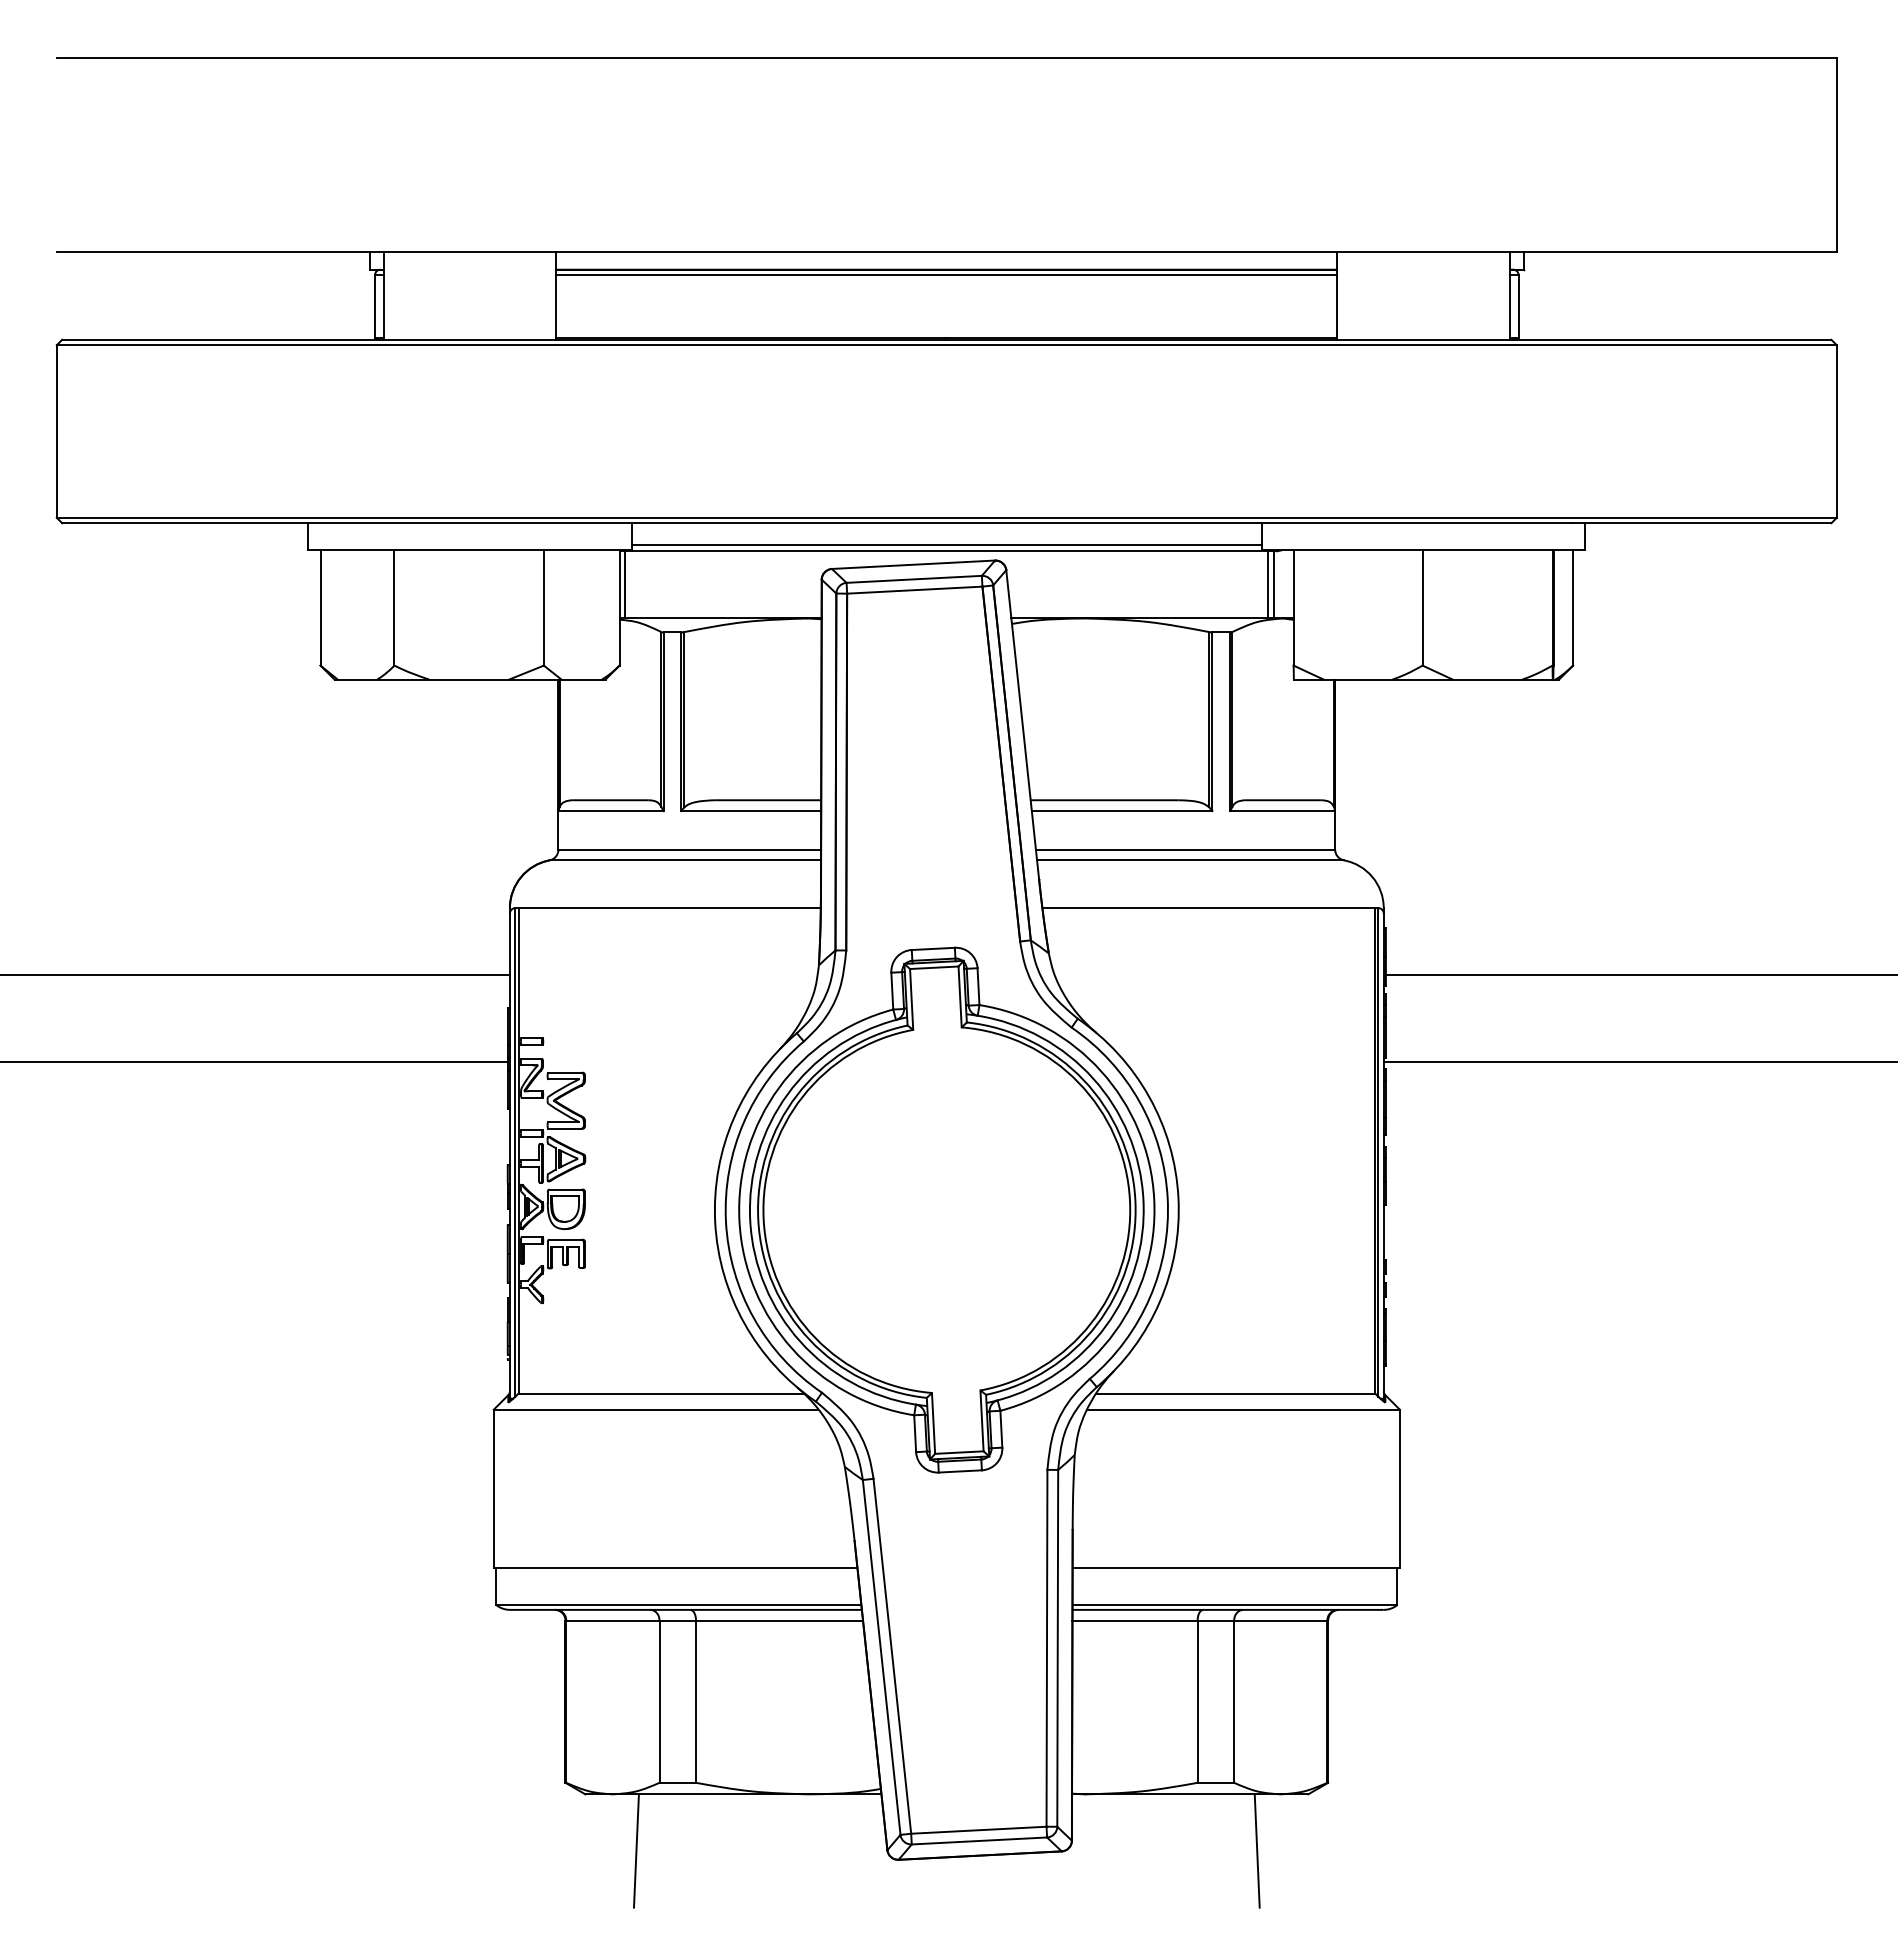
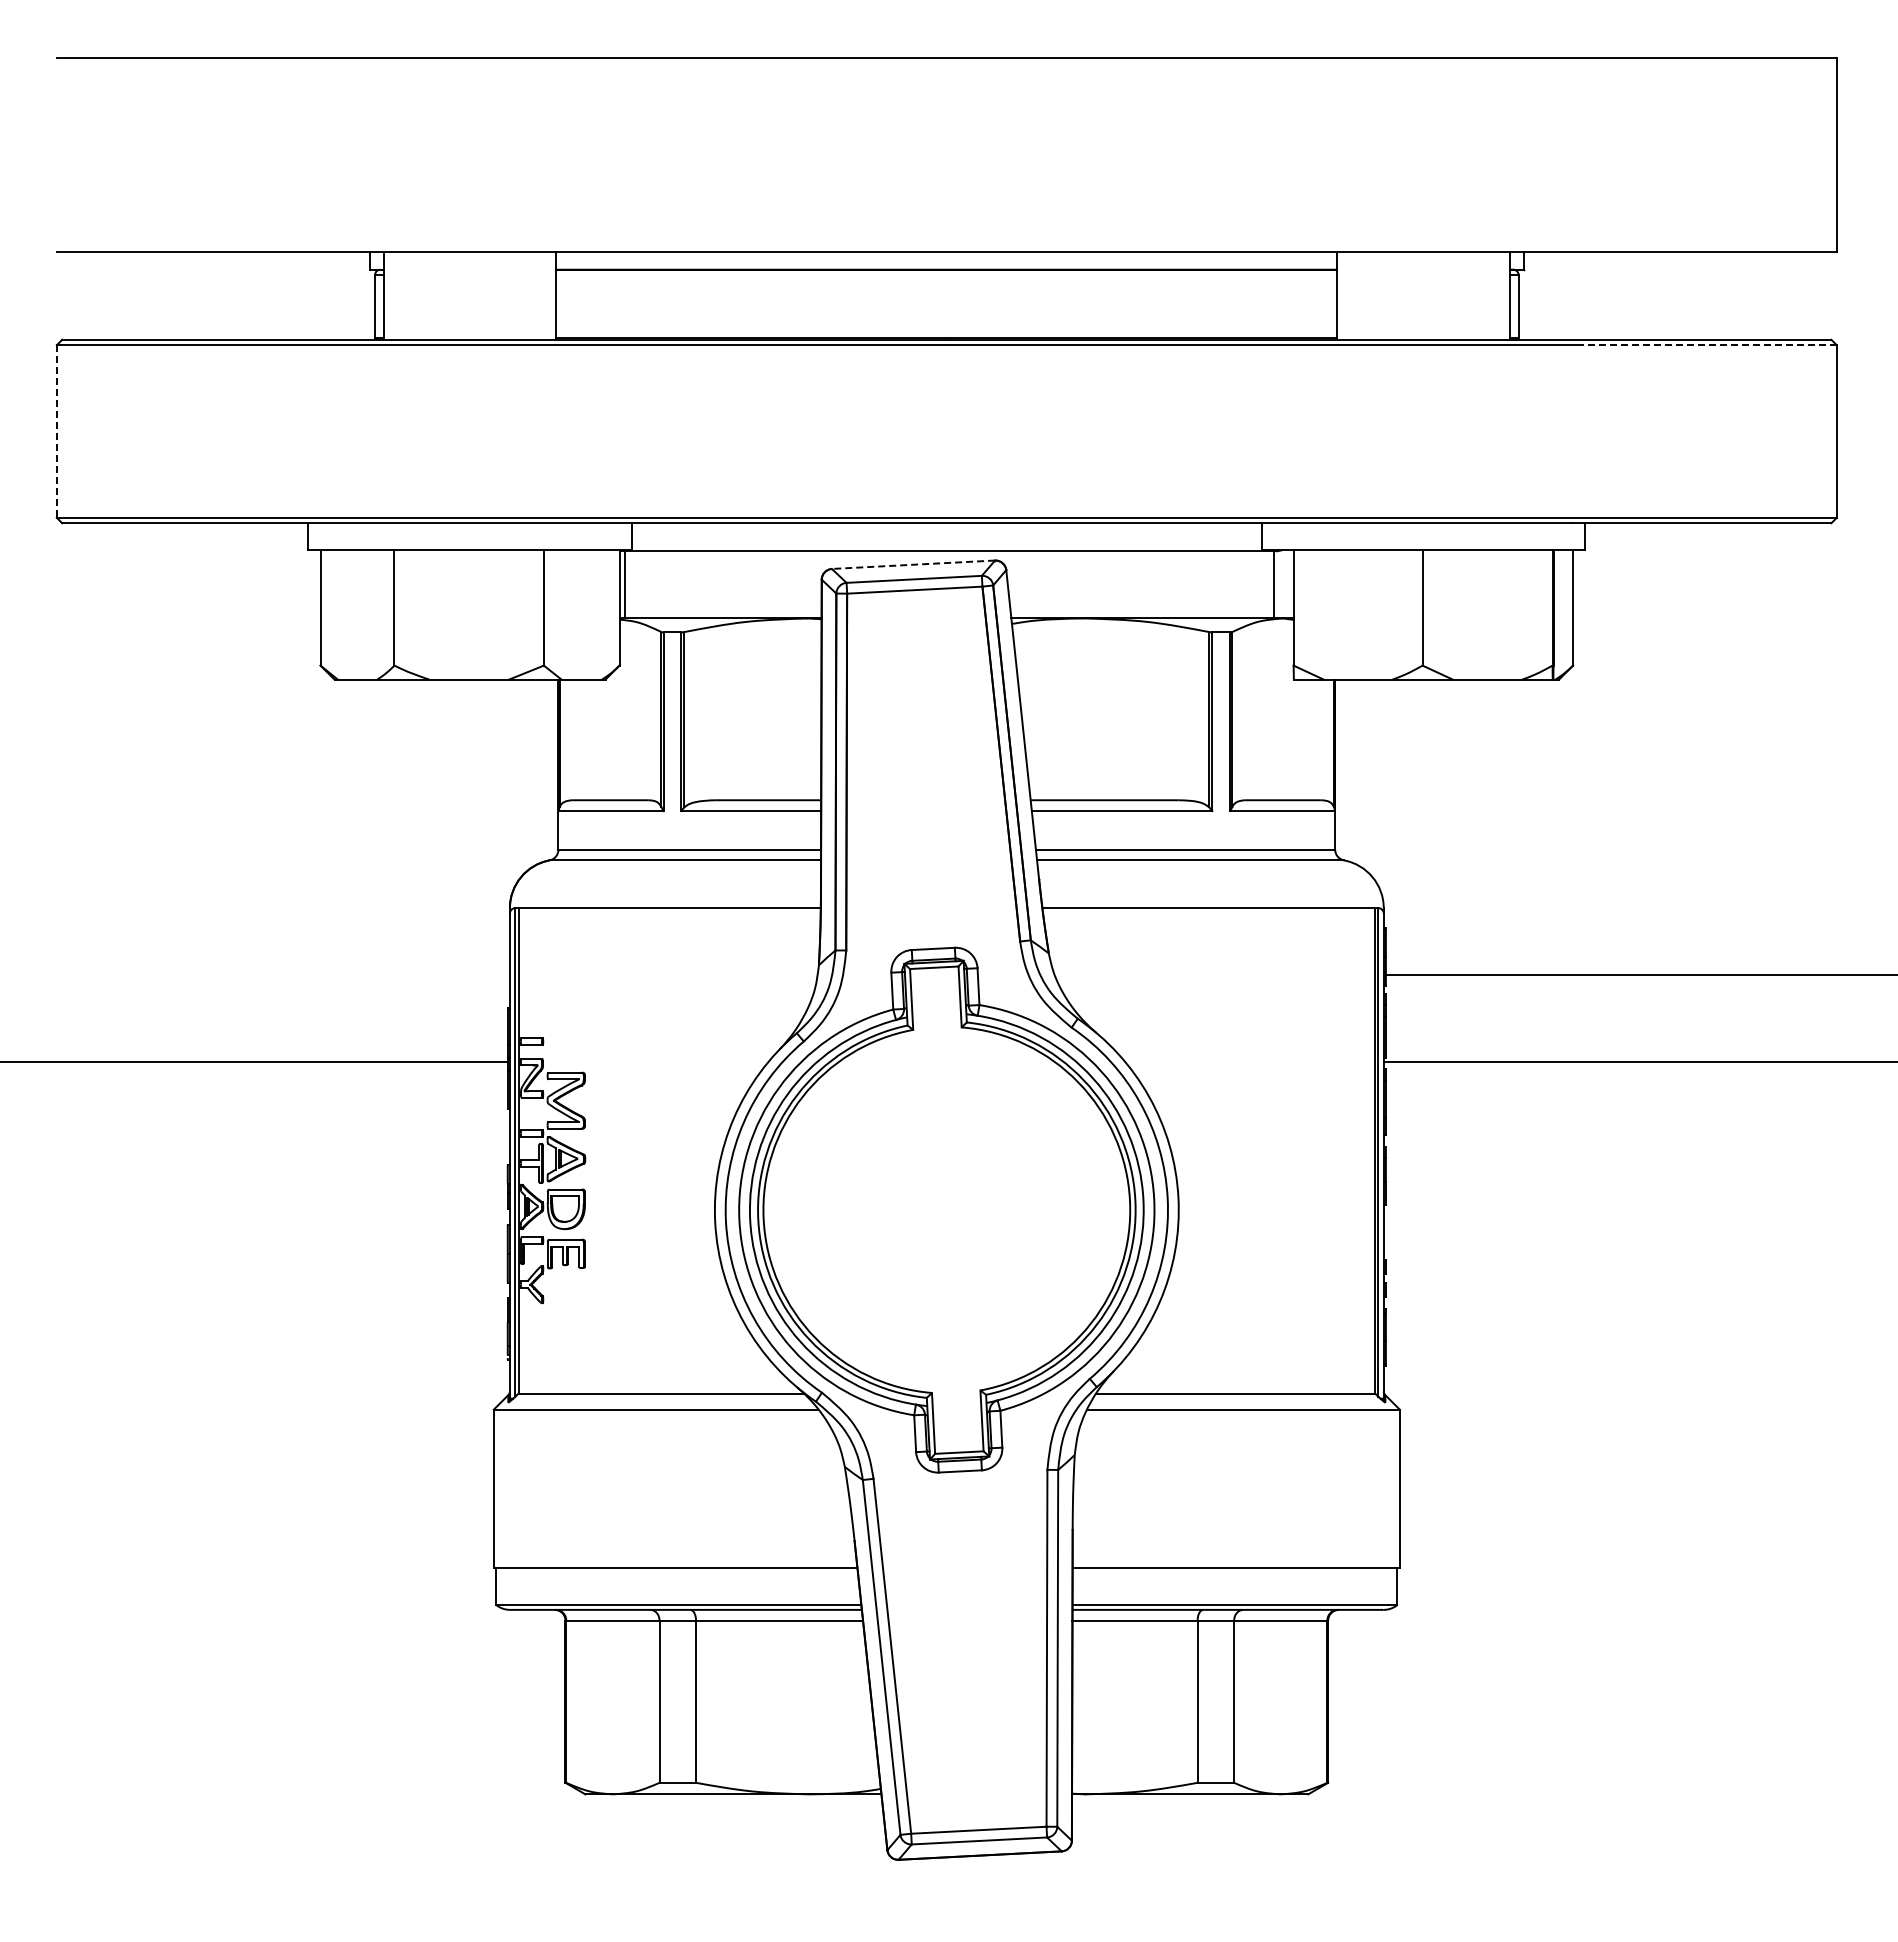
line at (946, 275): present -> none
line at (1706, 345): solid -> dashed
line at (56, 432): solid -> dashed
line at (946, 544): present -> none
line at (913, 564): solid -> dashed
line at (1268, 584): present -> none
line at (255, 975): present -> none
line at (635, 1850): present -> none
line at (1256, 1850): present -> none
